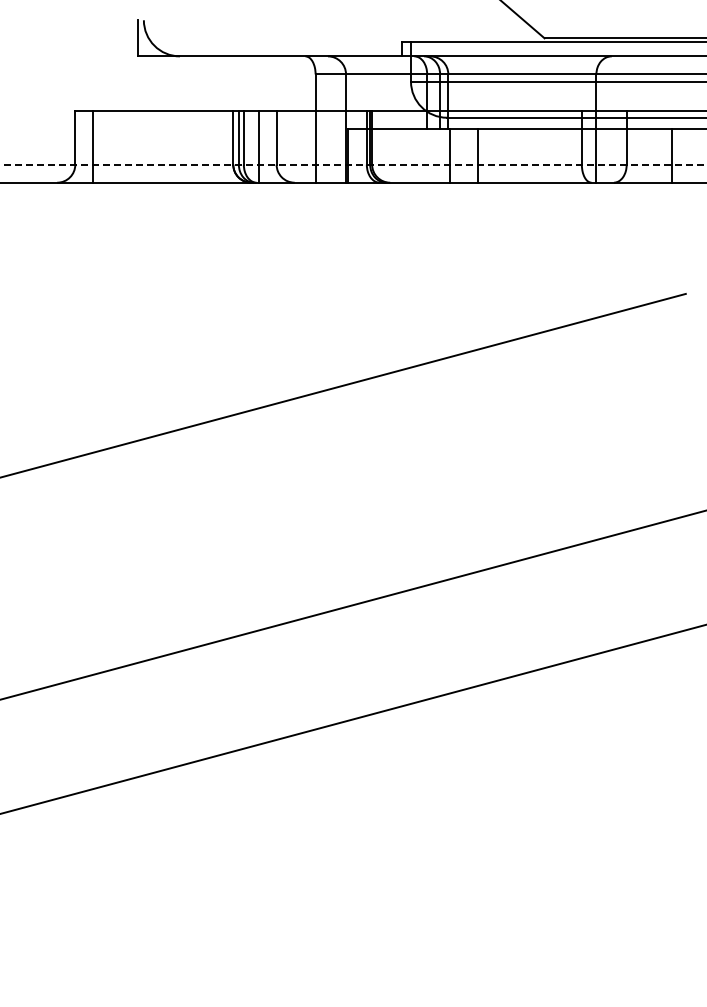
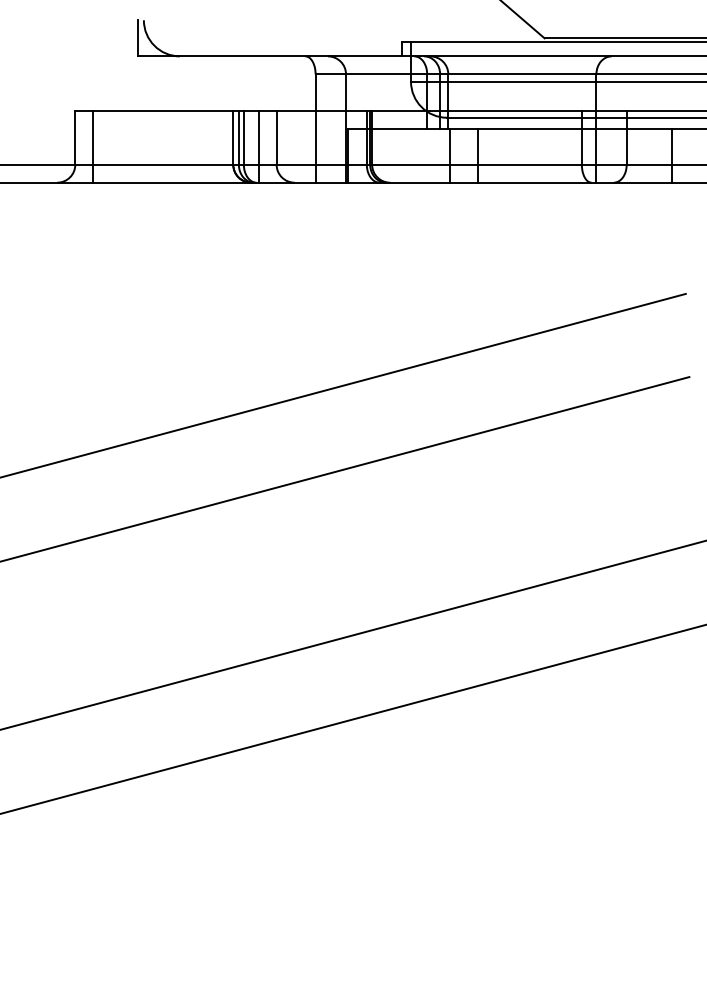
line at (353, 164): dashed -> solid
line at (345, 469): none -> present
line at (352, 605) position: (352, 605) -> (352, 635)
